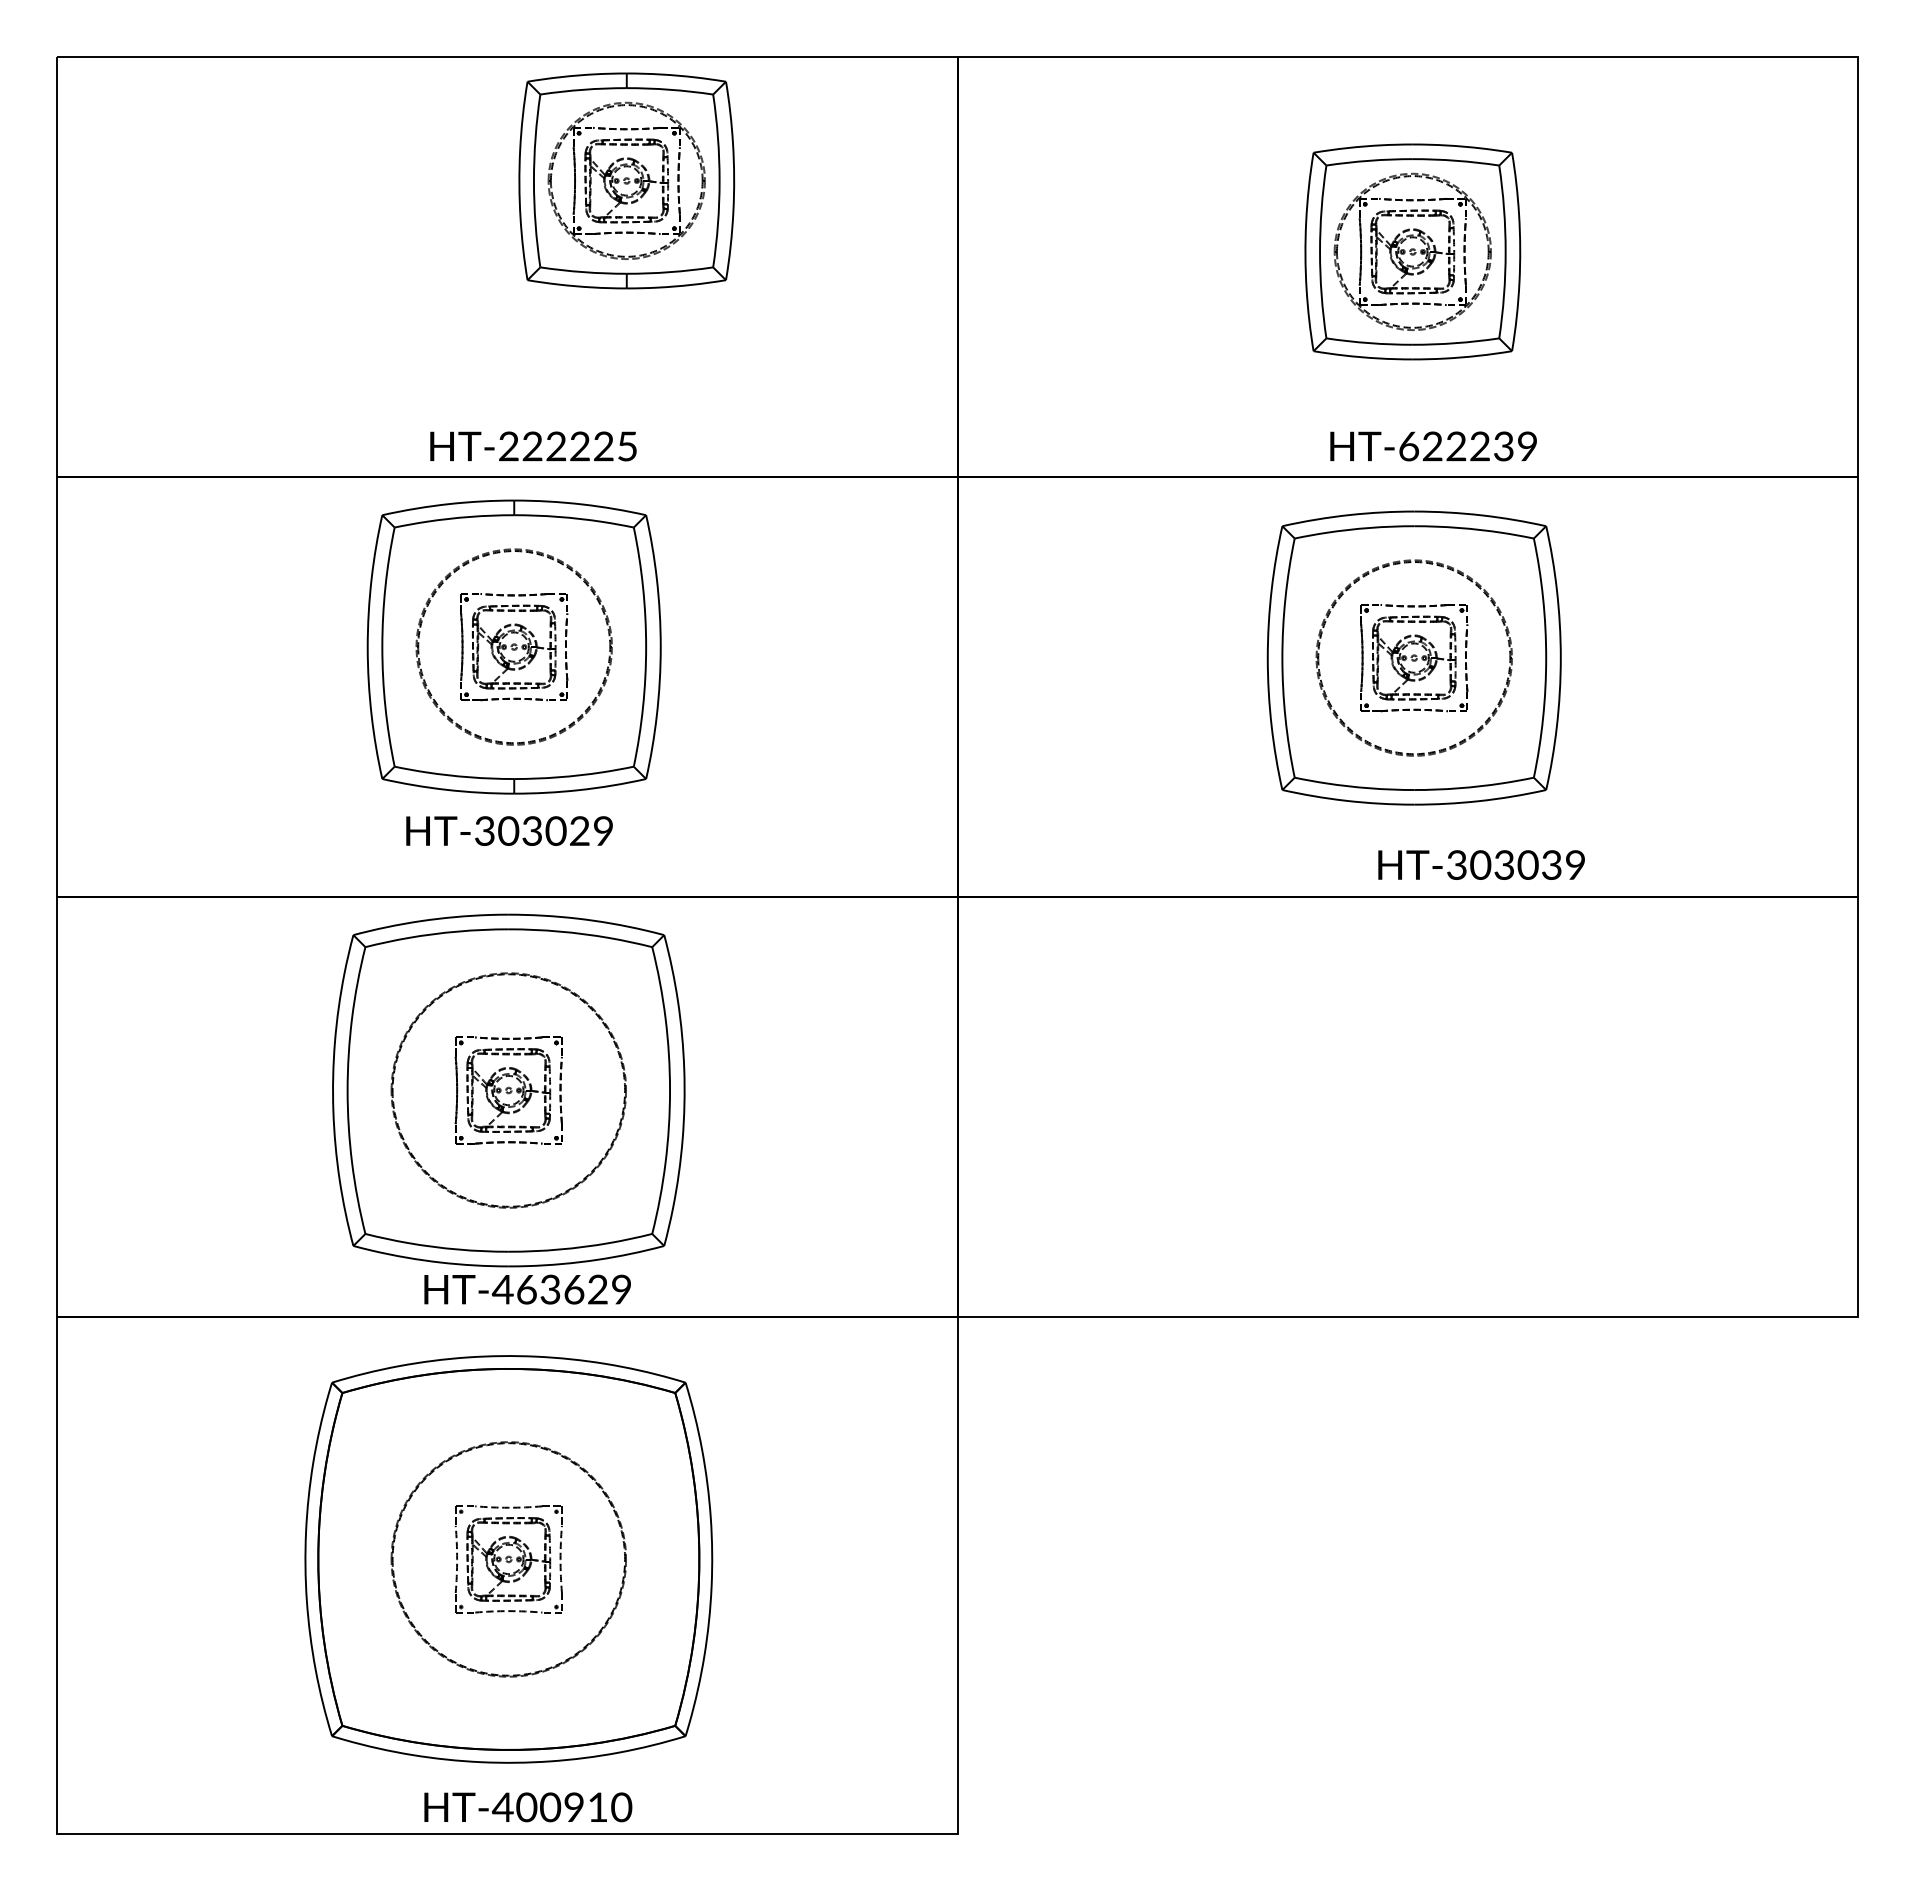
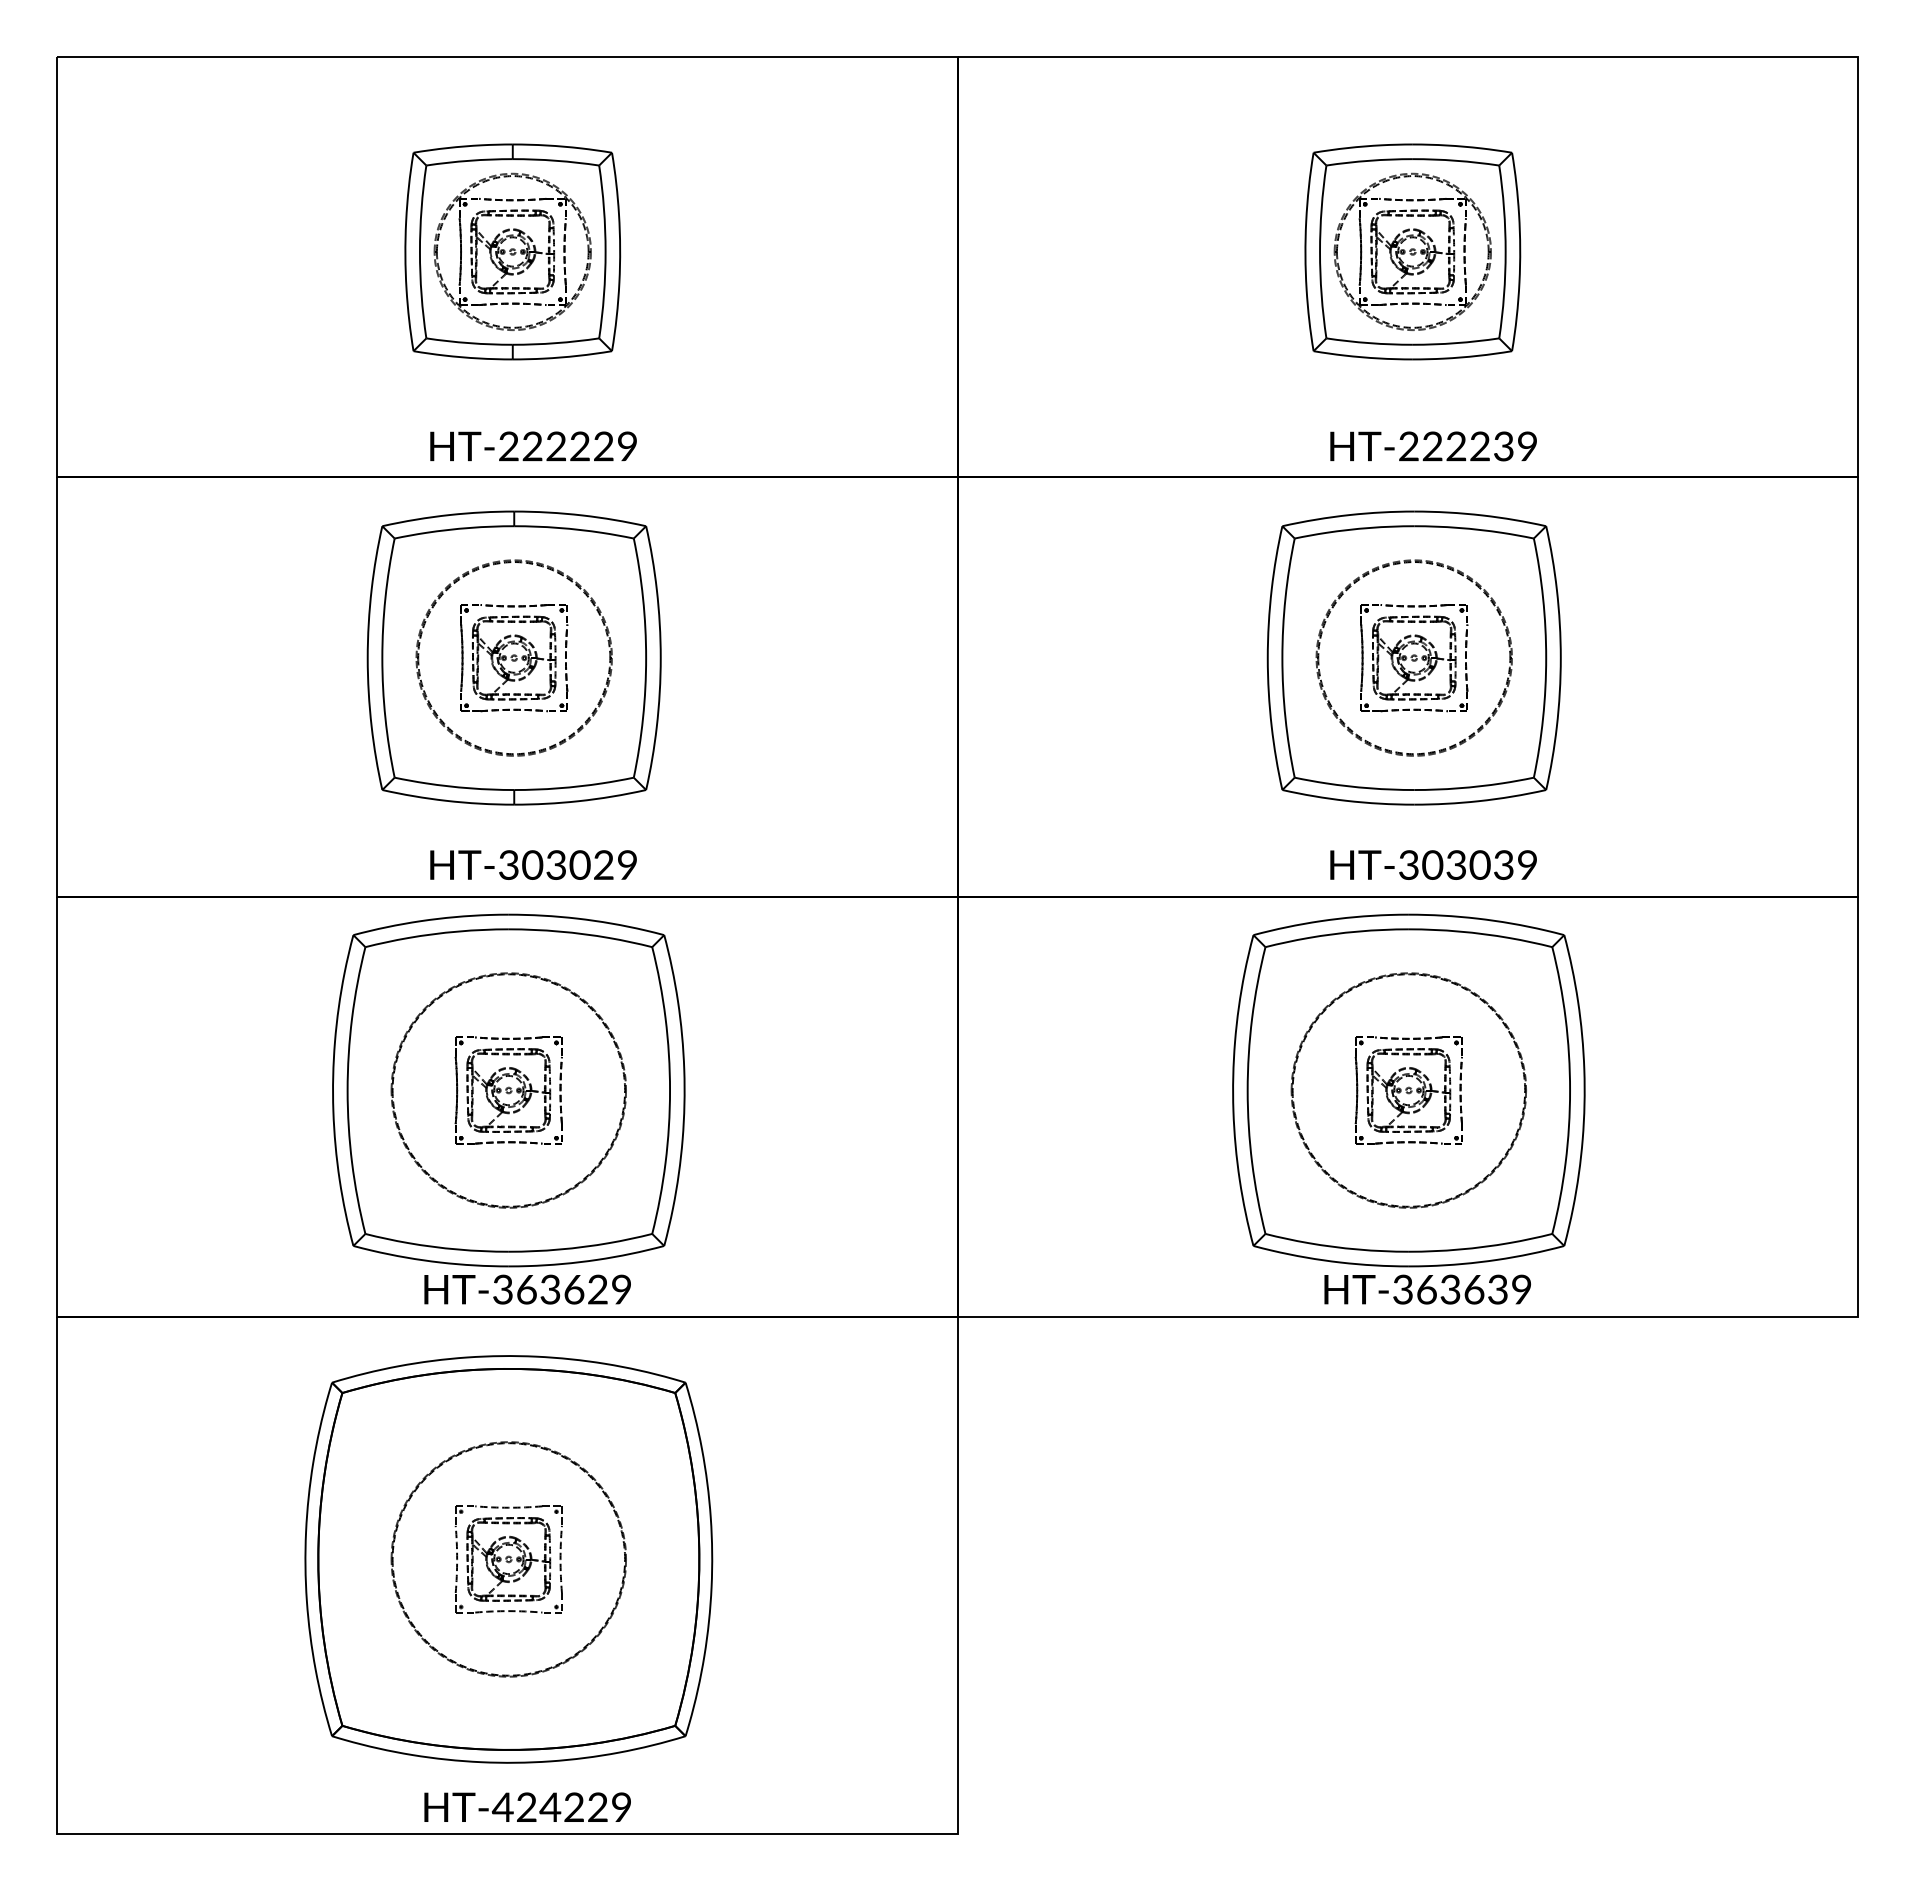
part at (626, 180) position: (626, 180) -> (512, 251)
text at (627, 446): HT-222225 -> HT-222229
text at (1409, 446): HT-622239 -> HT-222239
part at (513, 646) position: (513, 646) -> (513, 657)
text at (509, 830) position: (509, 830) -> (533, 864)
text at (1481, 864) position: (1481, 864) -> (1433, 864)
part at (1408, 1108): none -> present
text at (502, 1289): HT-463629 -> HT-363629
text at (574, 1807): HT-400910 -> HT-424229
